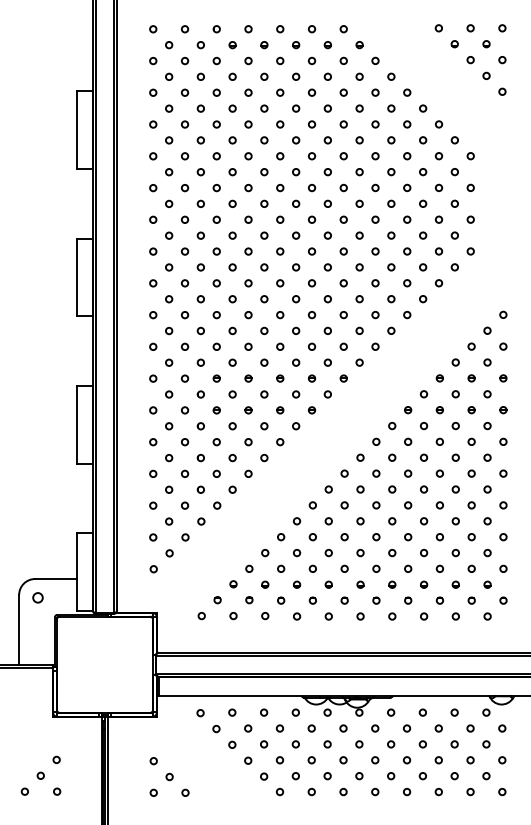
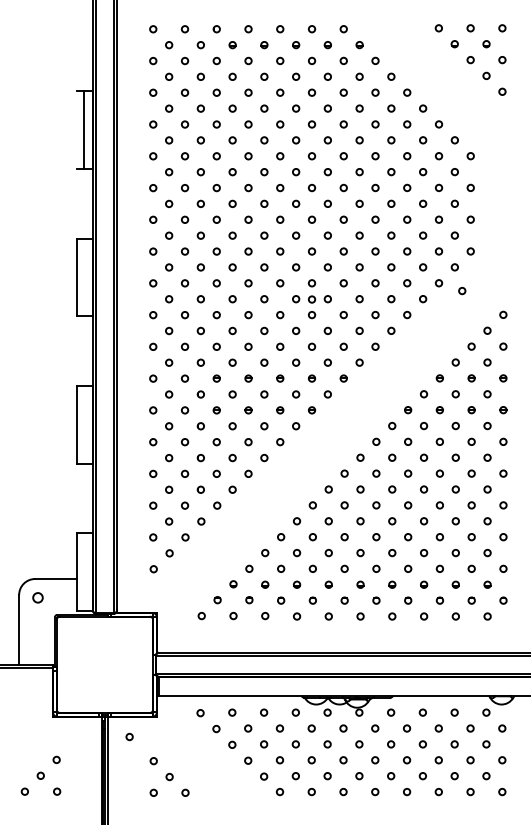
line at (76, 130) position: (76, 130) -> (83, 130)
circle at (462, 290): none -> present
circle at (311, 299): none -> present
circle at (129, 736): none -> present
